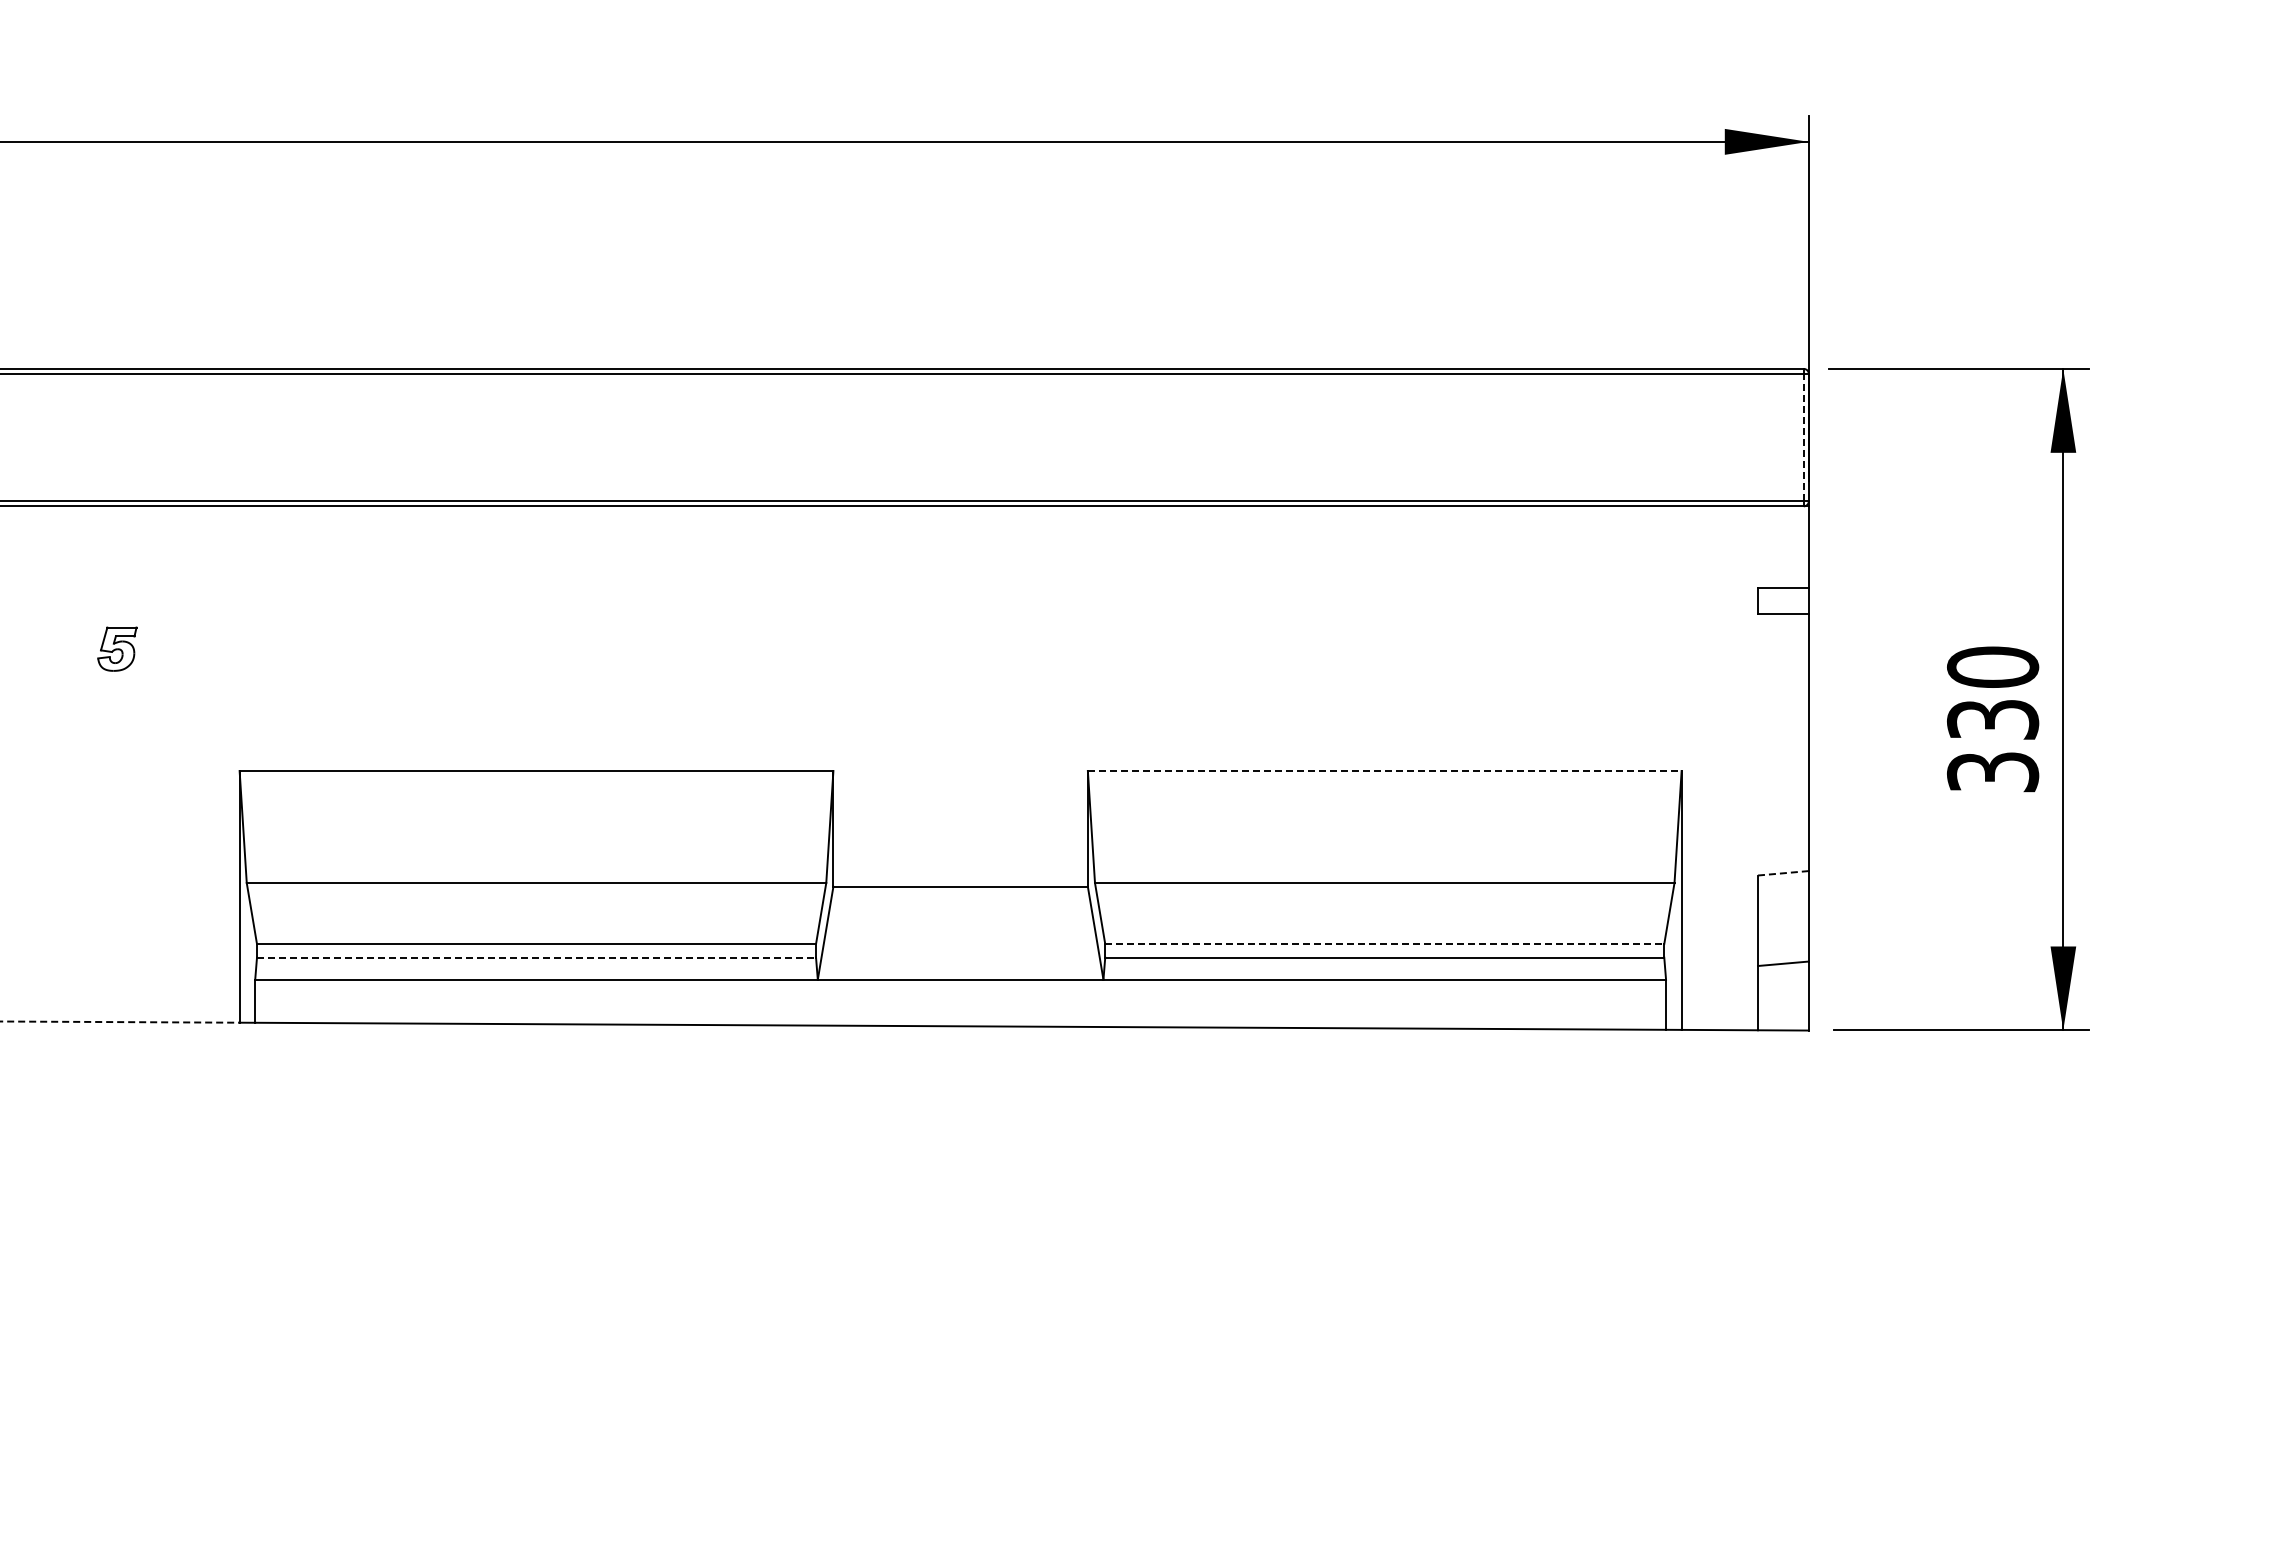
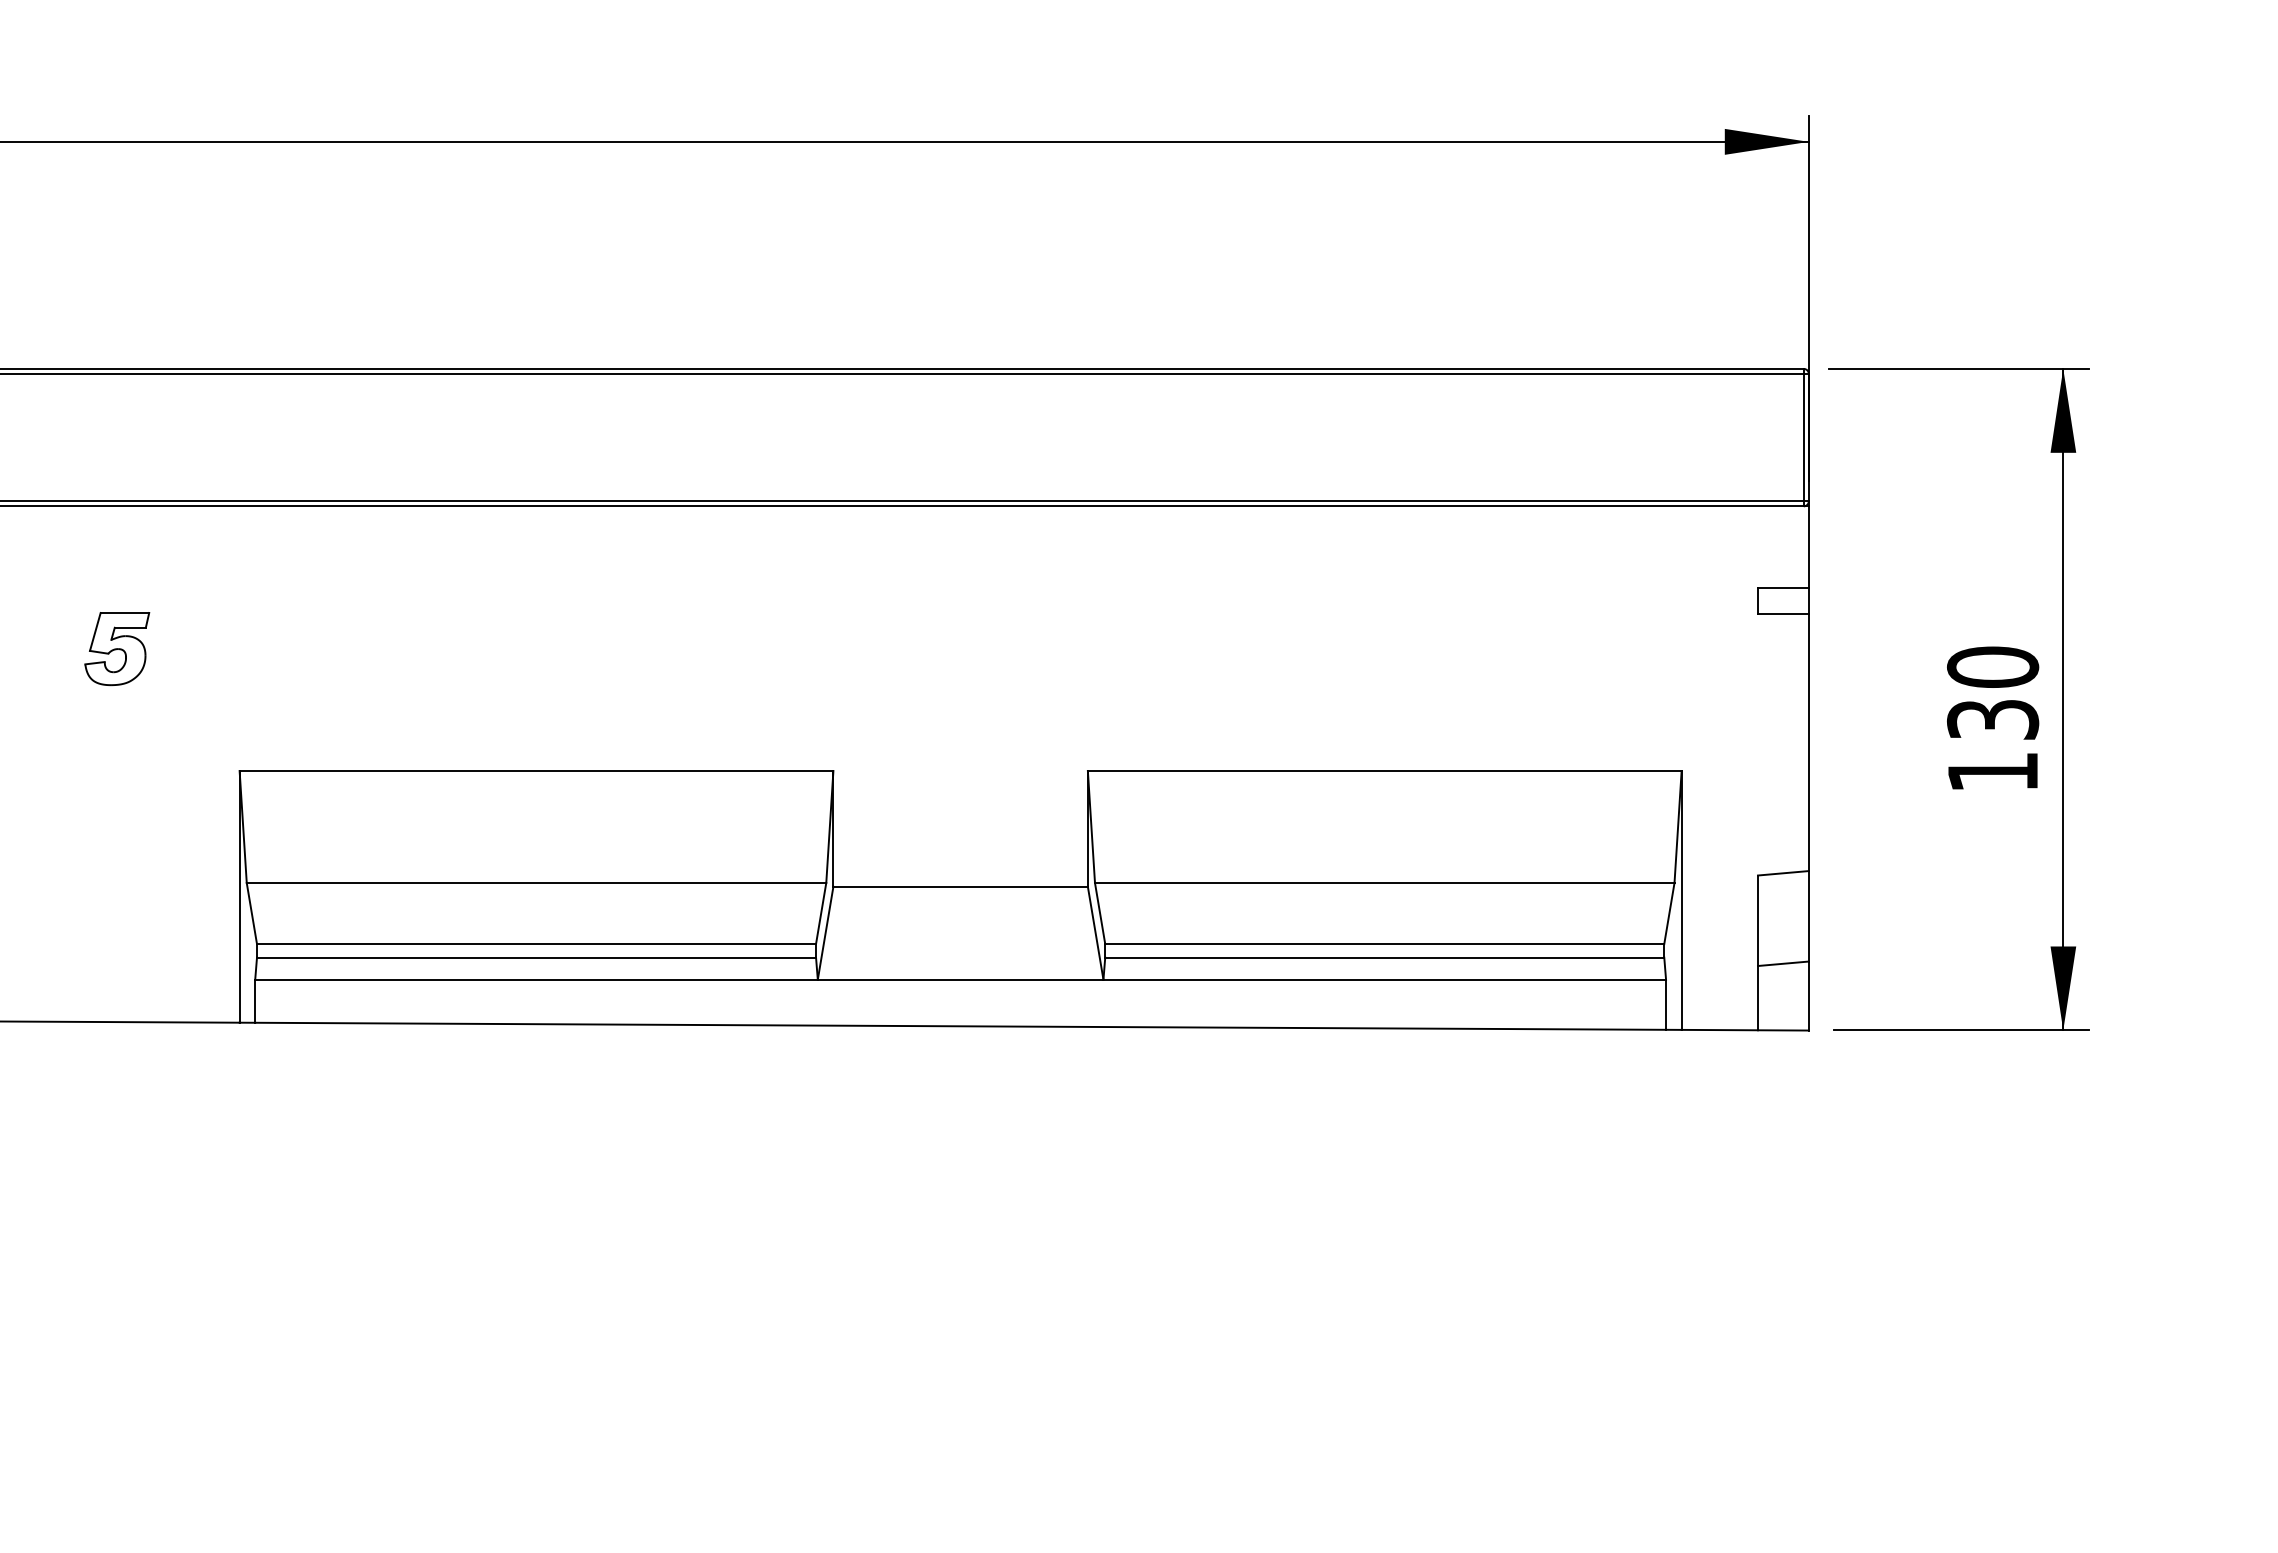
line at (1803, 437): dashed -> solid
part at (117, 648) size: 41x46 px -> 67x75 px
line at (1384, 771): dashed -> solid
text at (1993, 772): 330 -> 130
line at (1783, 873): dashed -> solid
line at (1384, 944): dashed -> solid
line at (536, 957): dashed -> solid
line at (119, 1022): dashed -> solid
